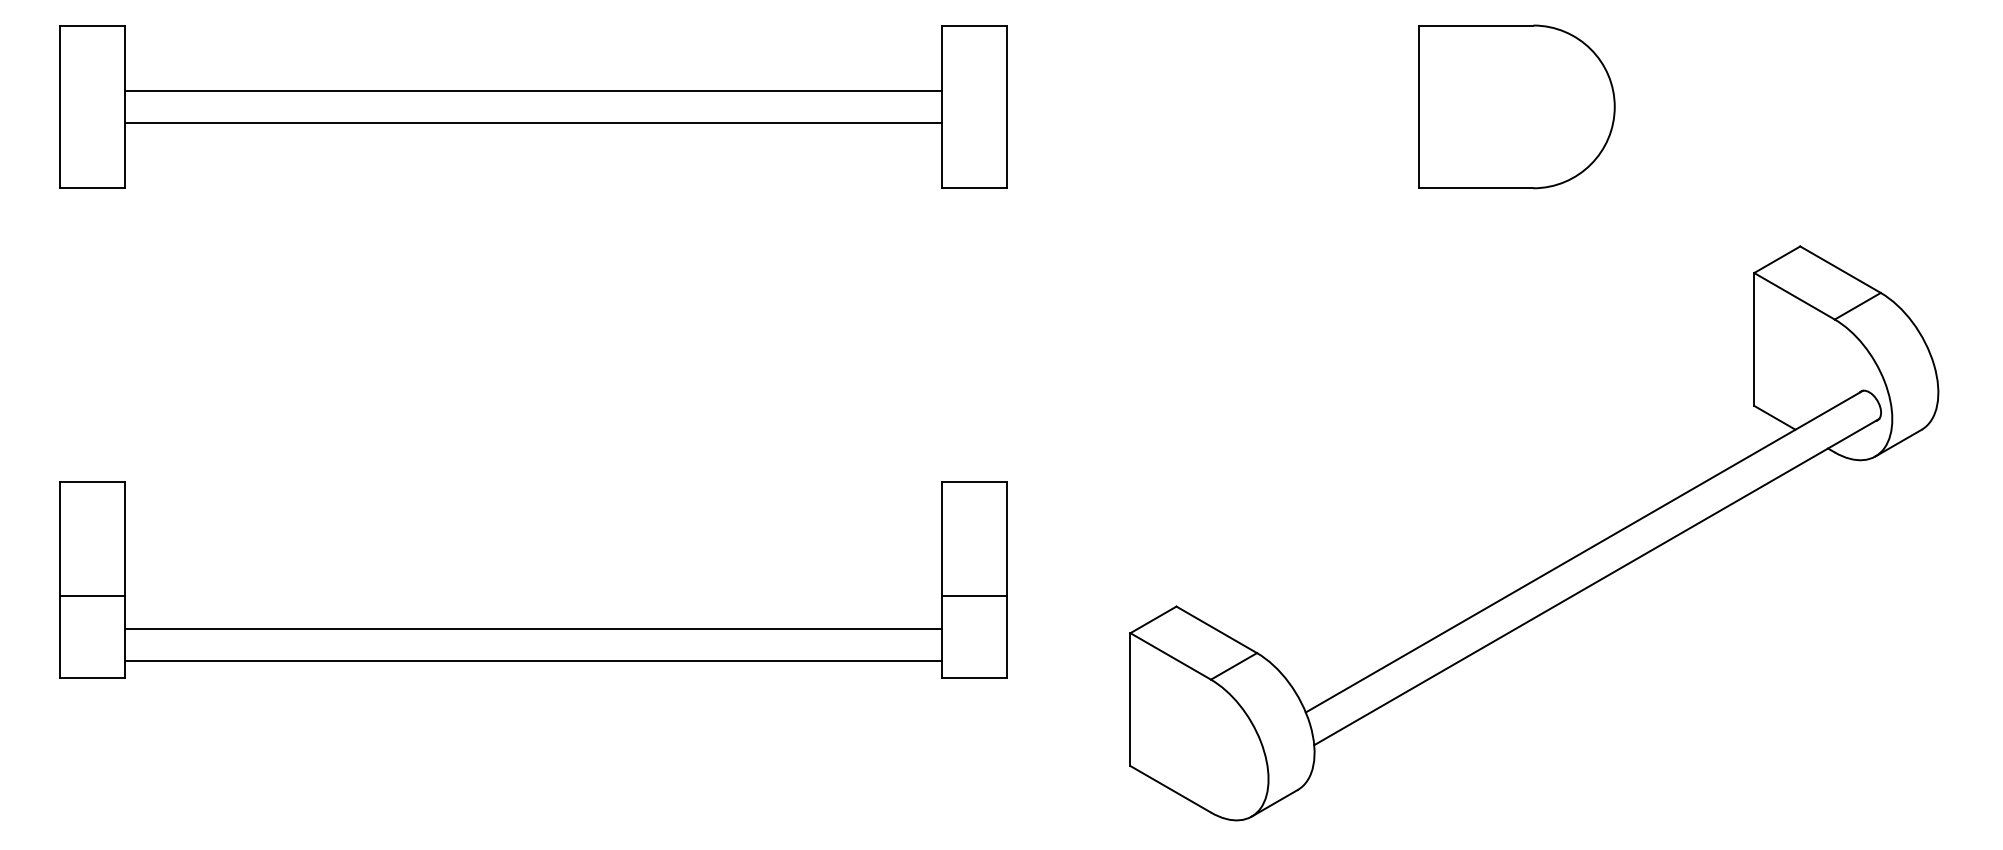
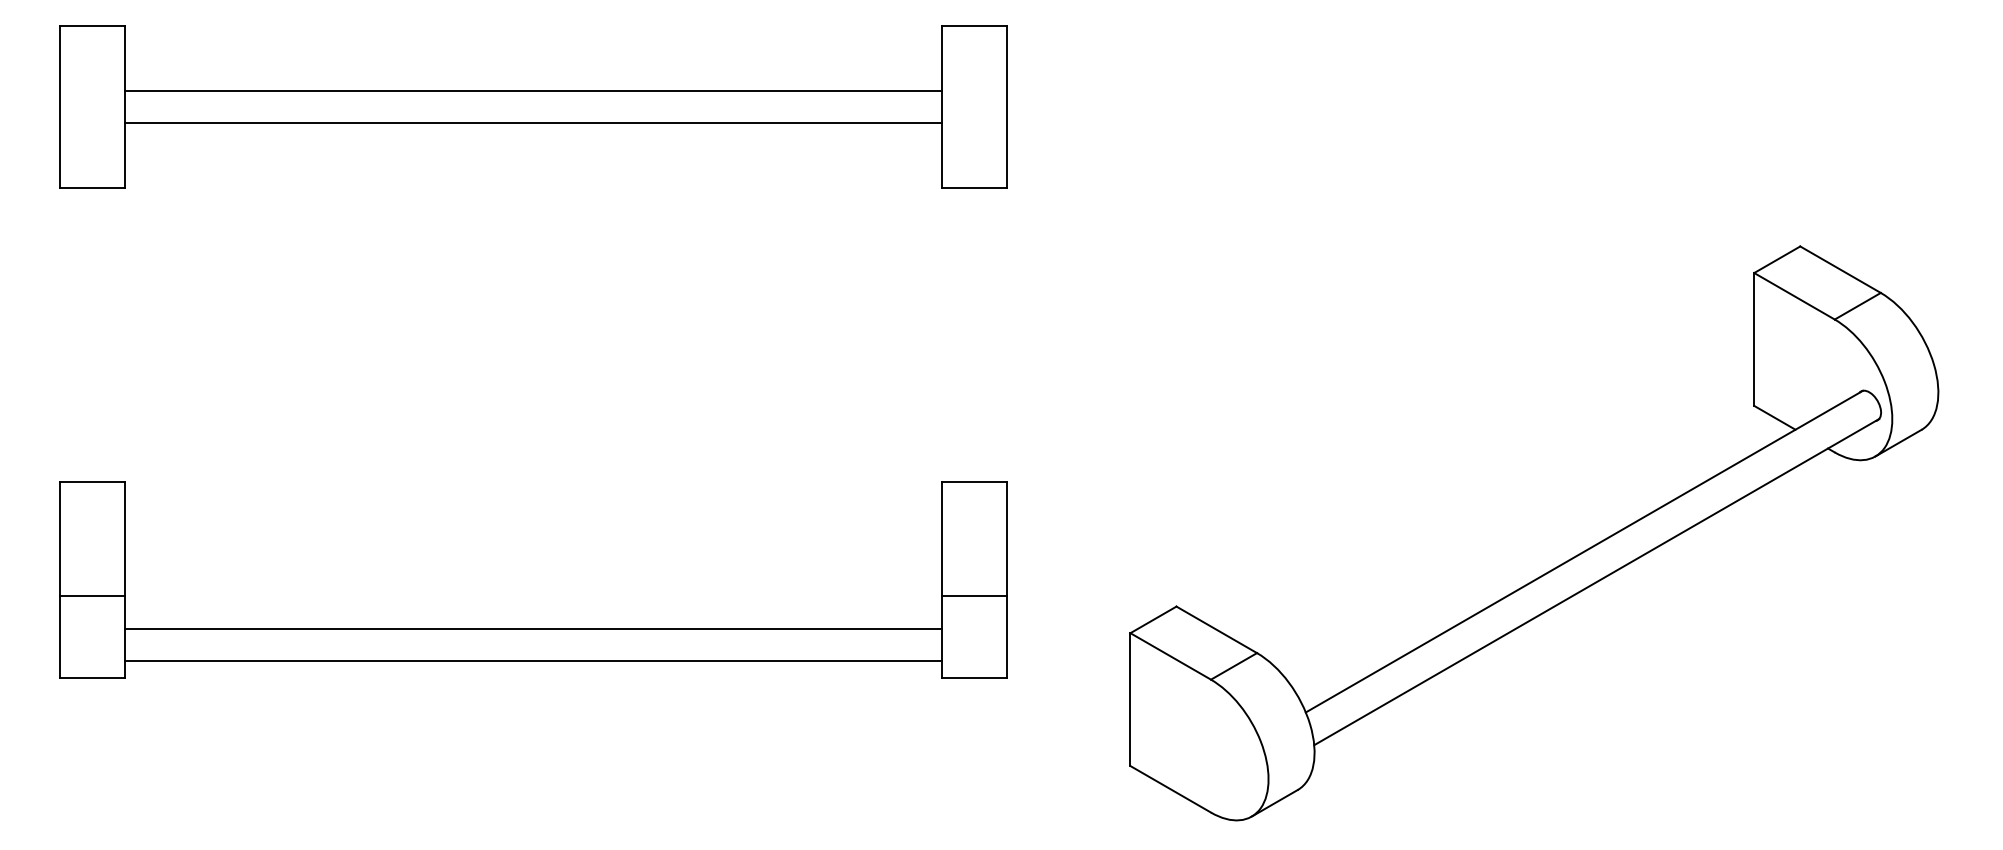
part at (1516, 106): present -> none
